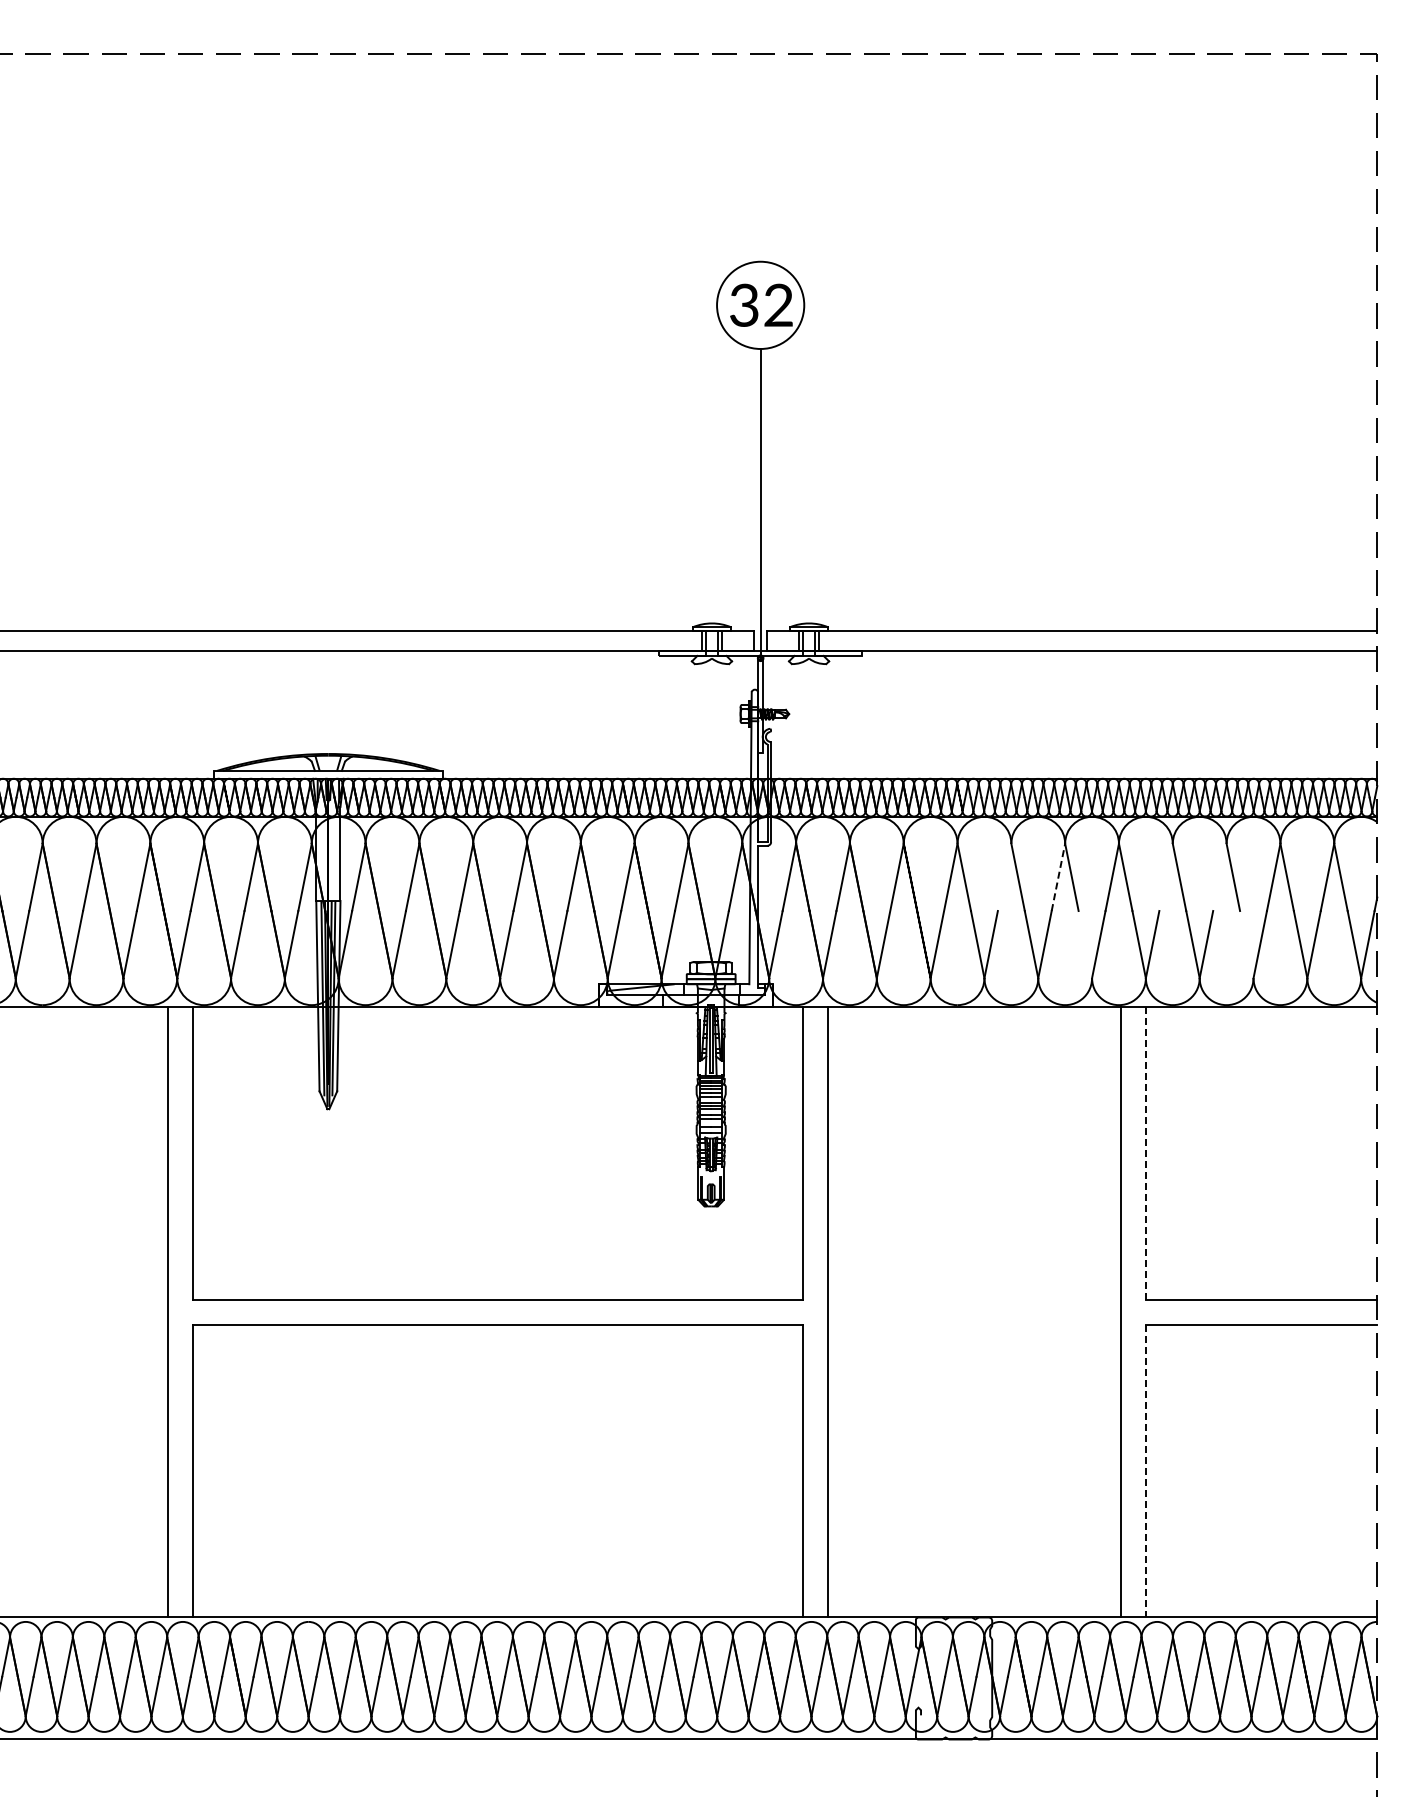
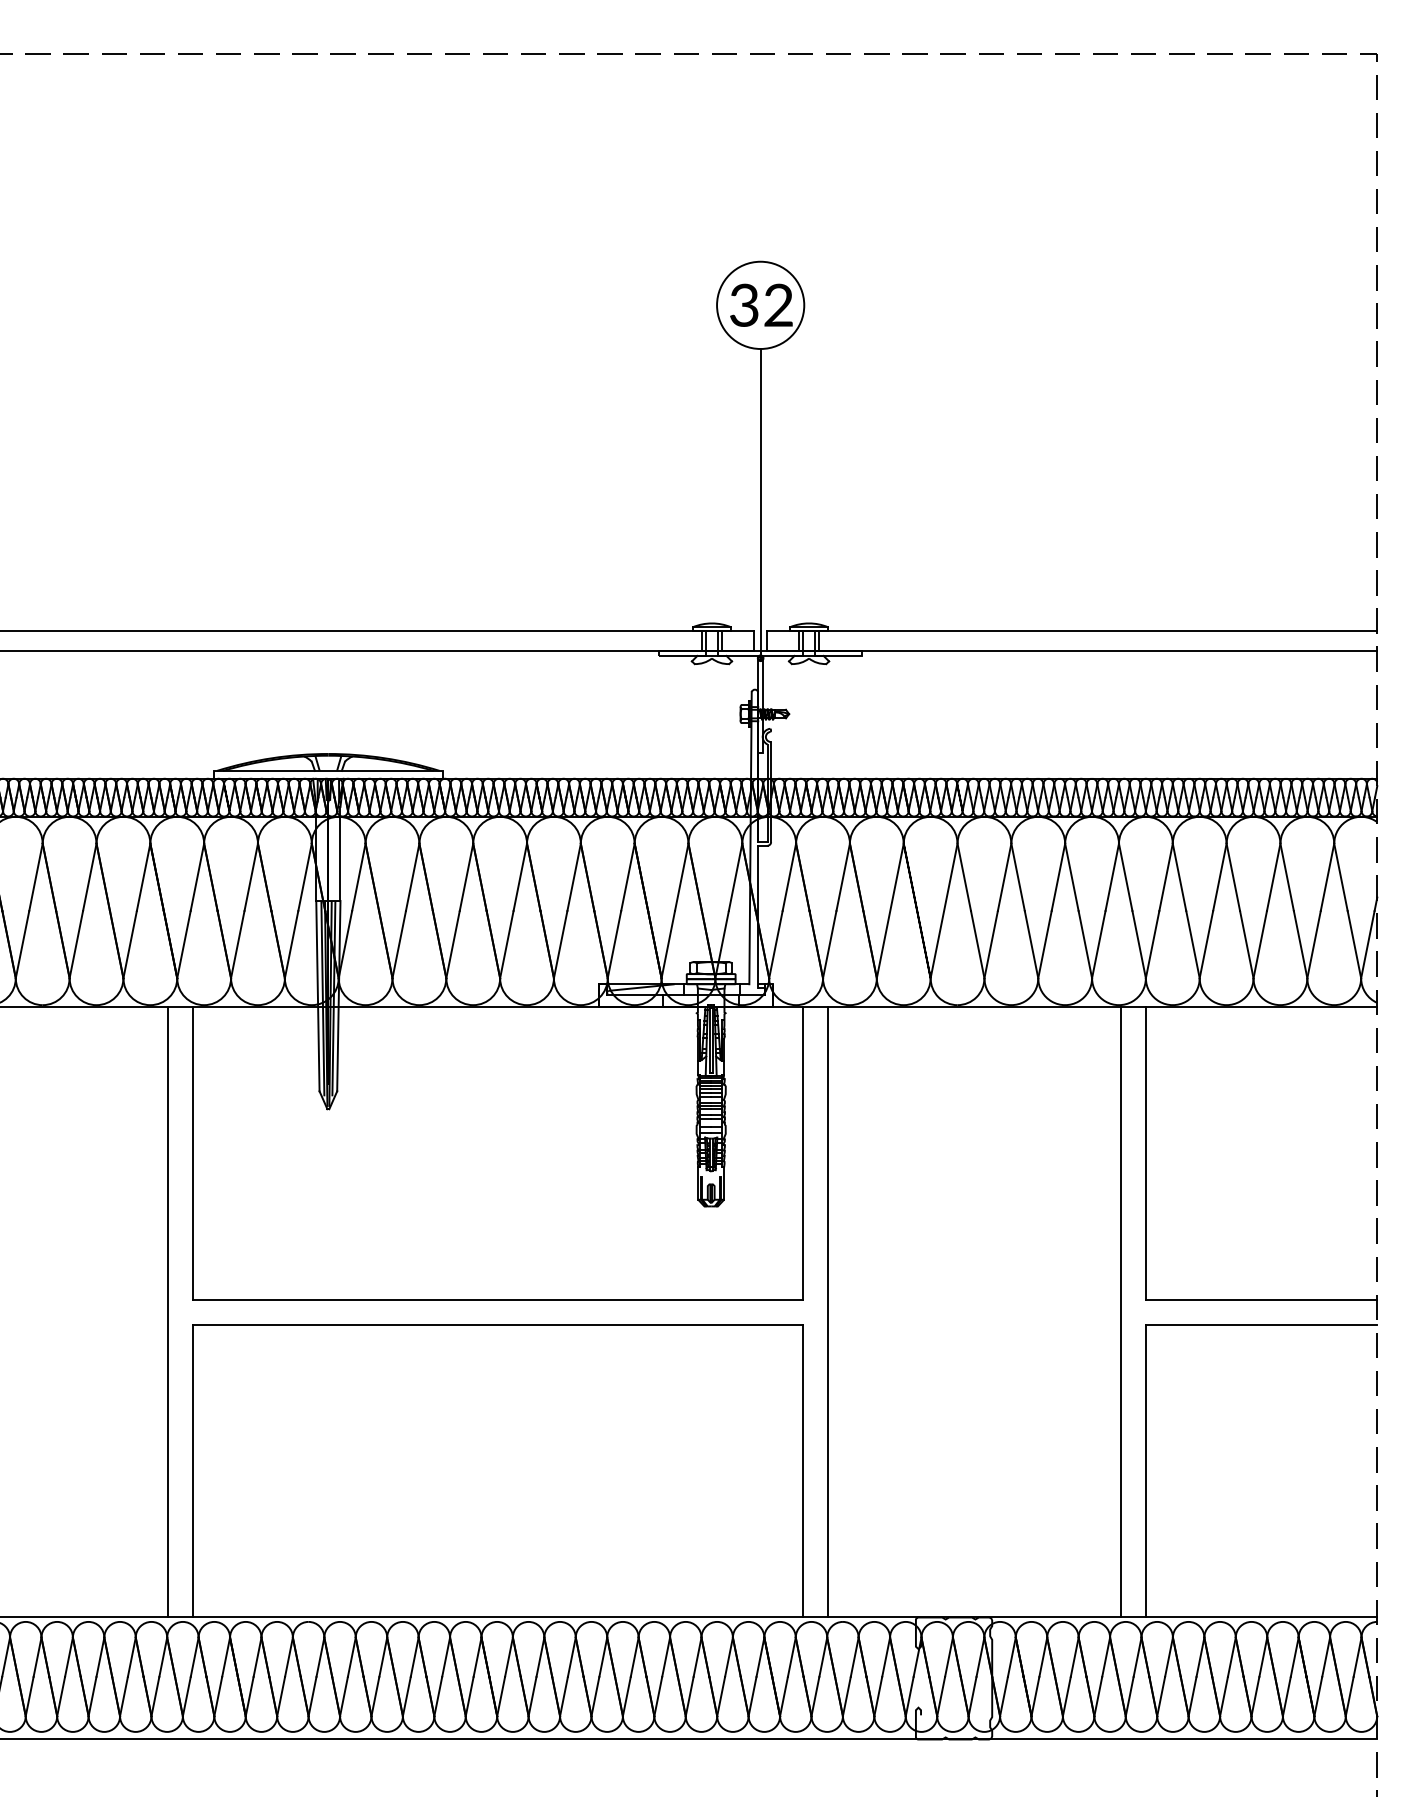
line at (1058, 876): dashed -> solid
line at (1004, 877): none -> present
line at (1165, 877): none -> present
line at (1219, 877): none -> present
line at (1085, 944): none -> present
line at (1246, 944): none -> present
line at (1146, 1154): dashed -> solid
line at (1146, 1471): dashed -> solid
